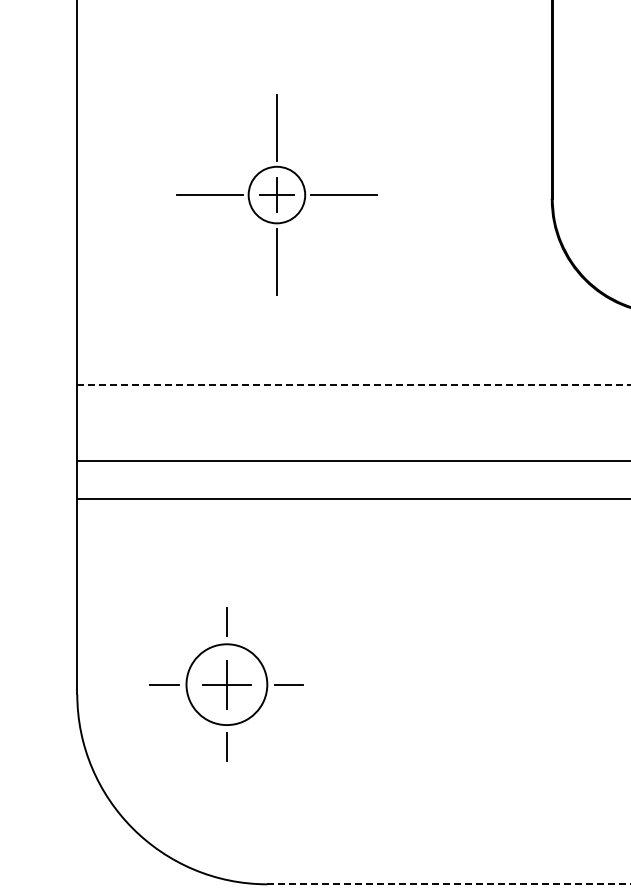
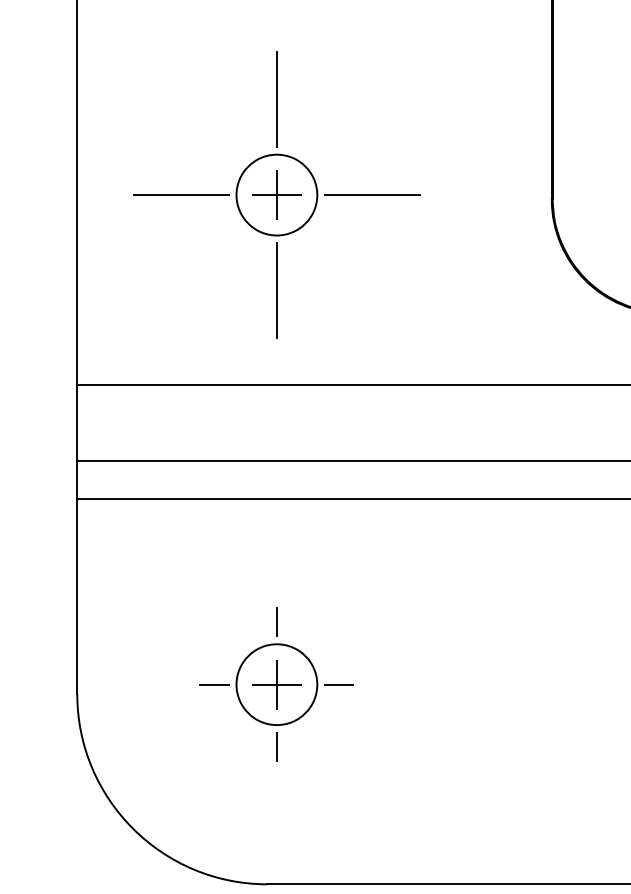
part at (276, 194) size: 202x202 px -> 288x288 px
line at (354, 385): dashed -> solid
part at (226, 684) position: (226, 684) -> (276, 684)
line at (449, 884): dashed -> solid
